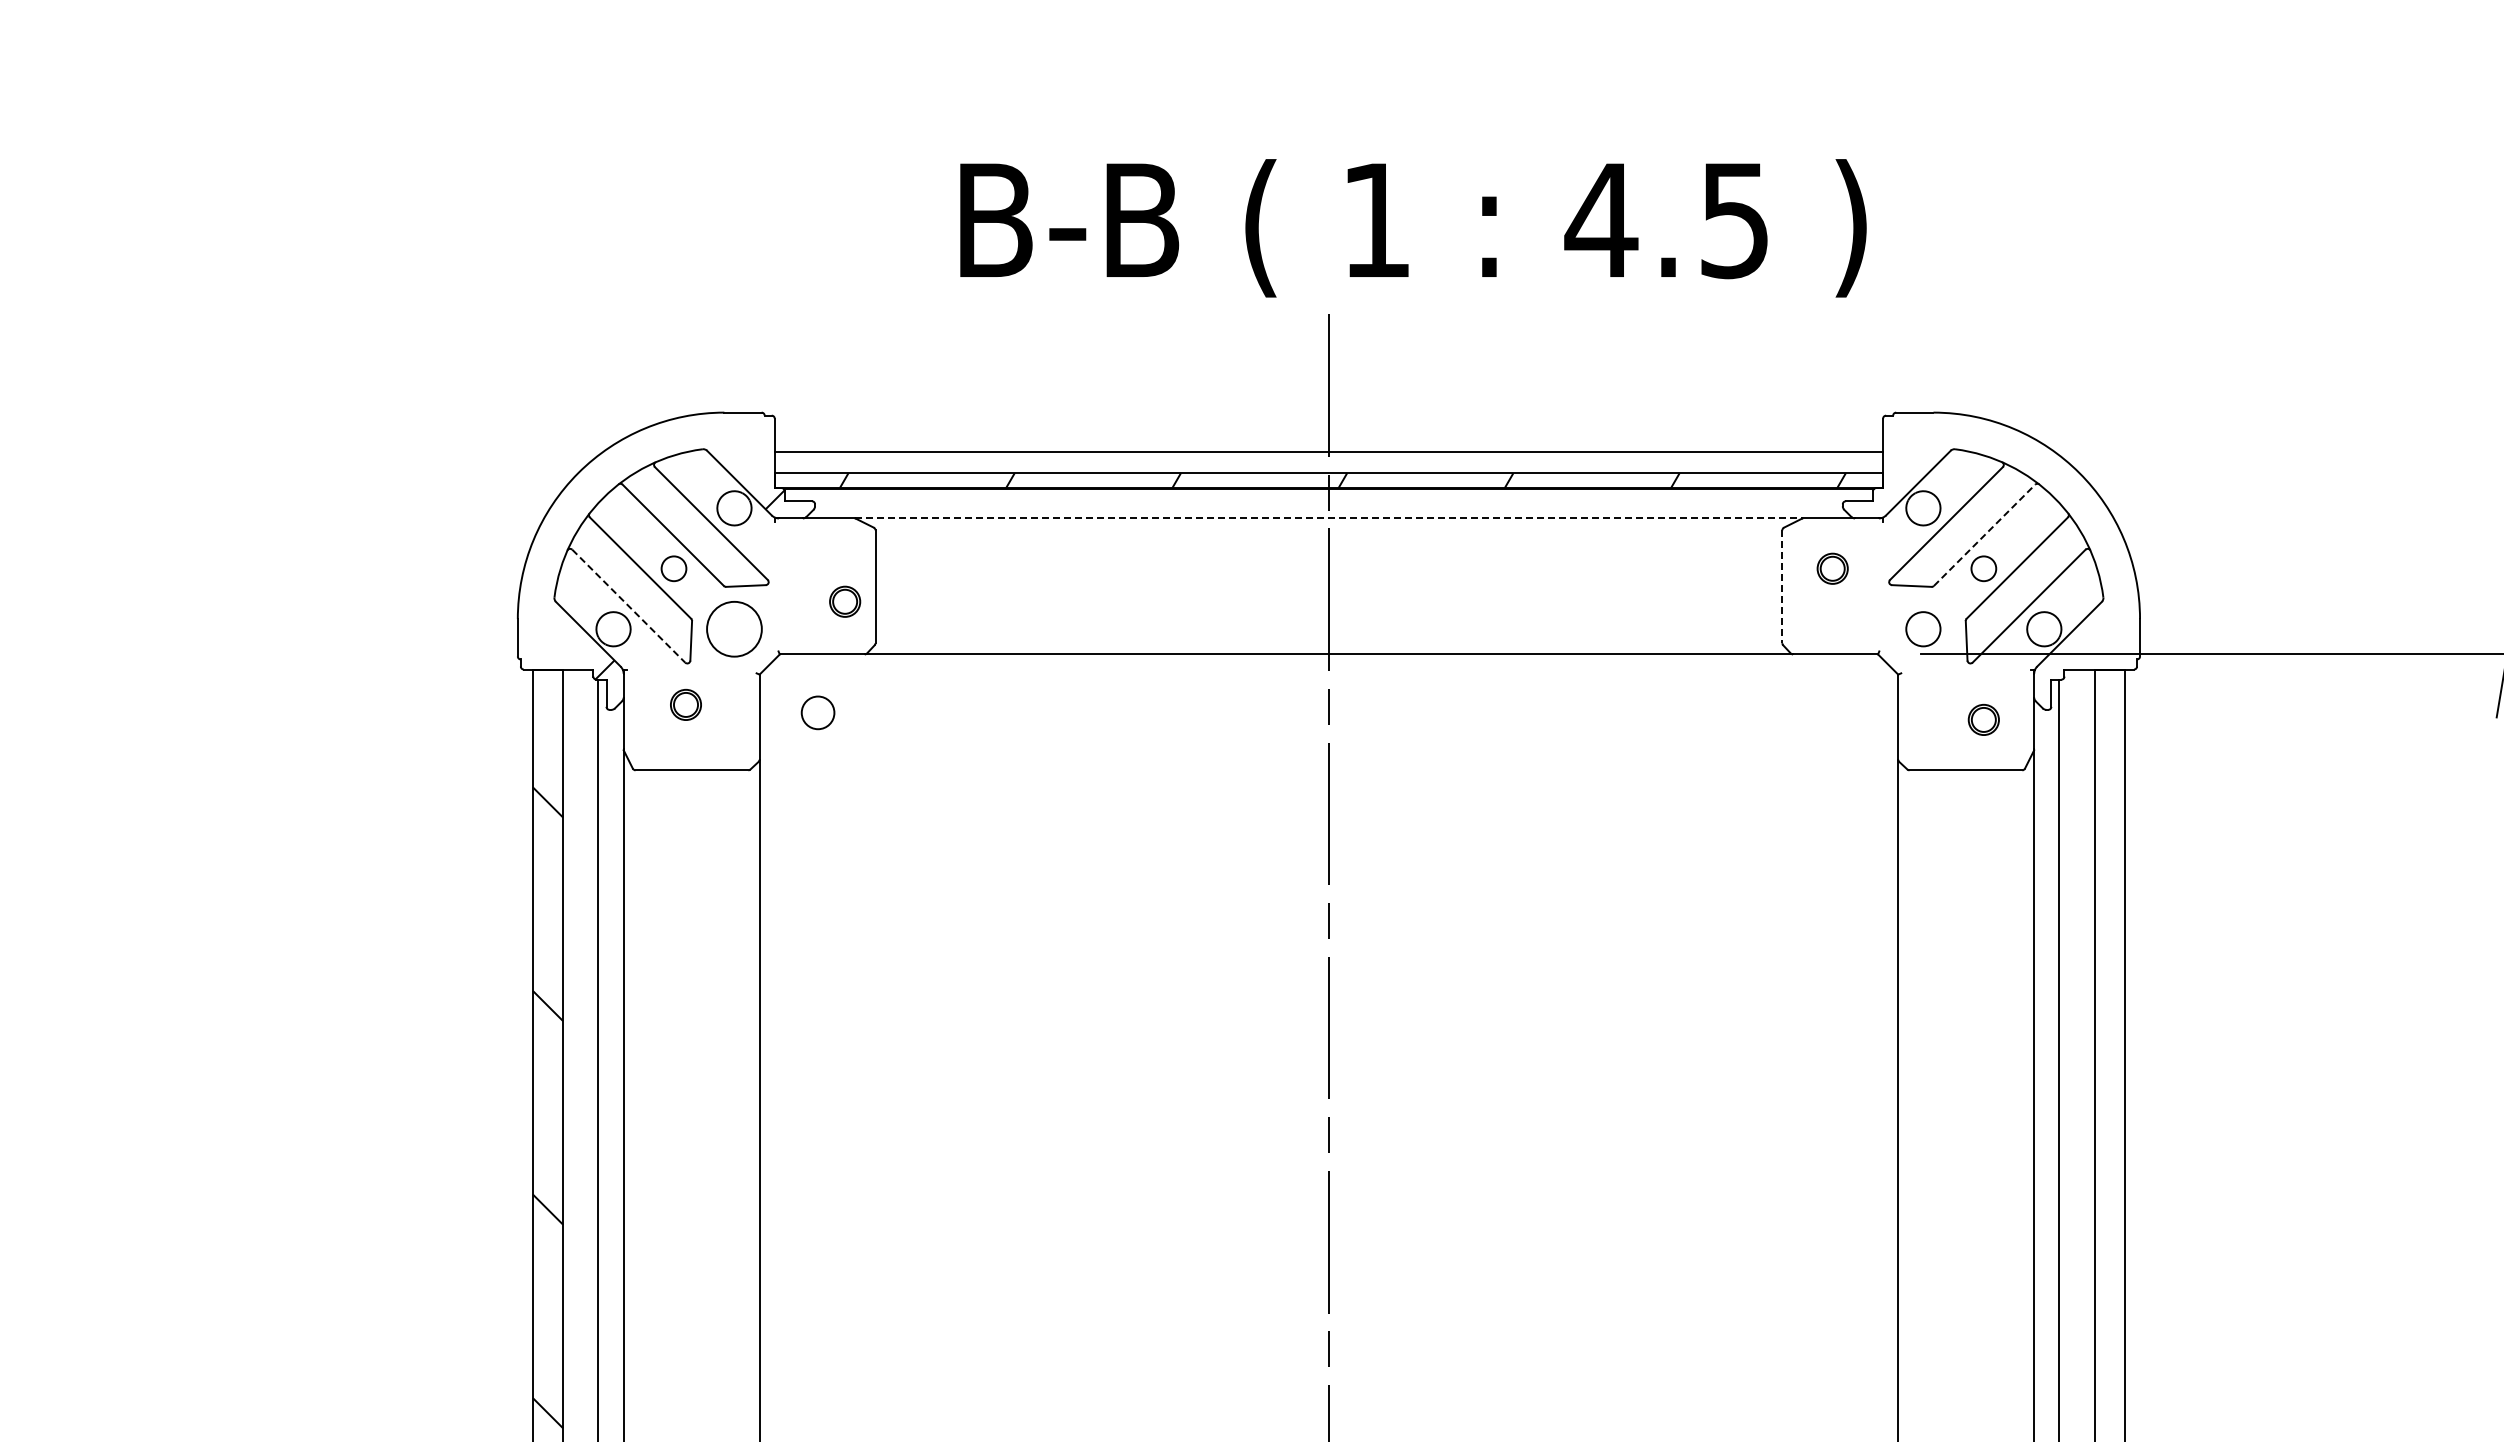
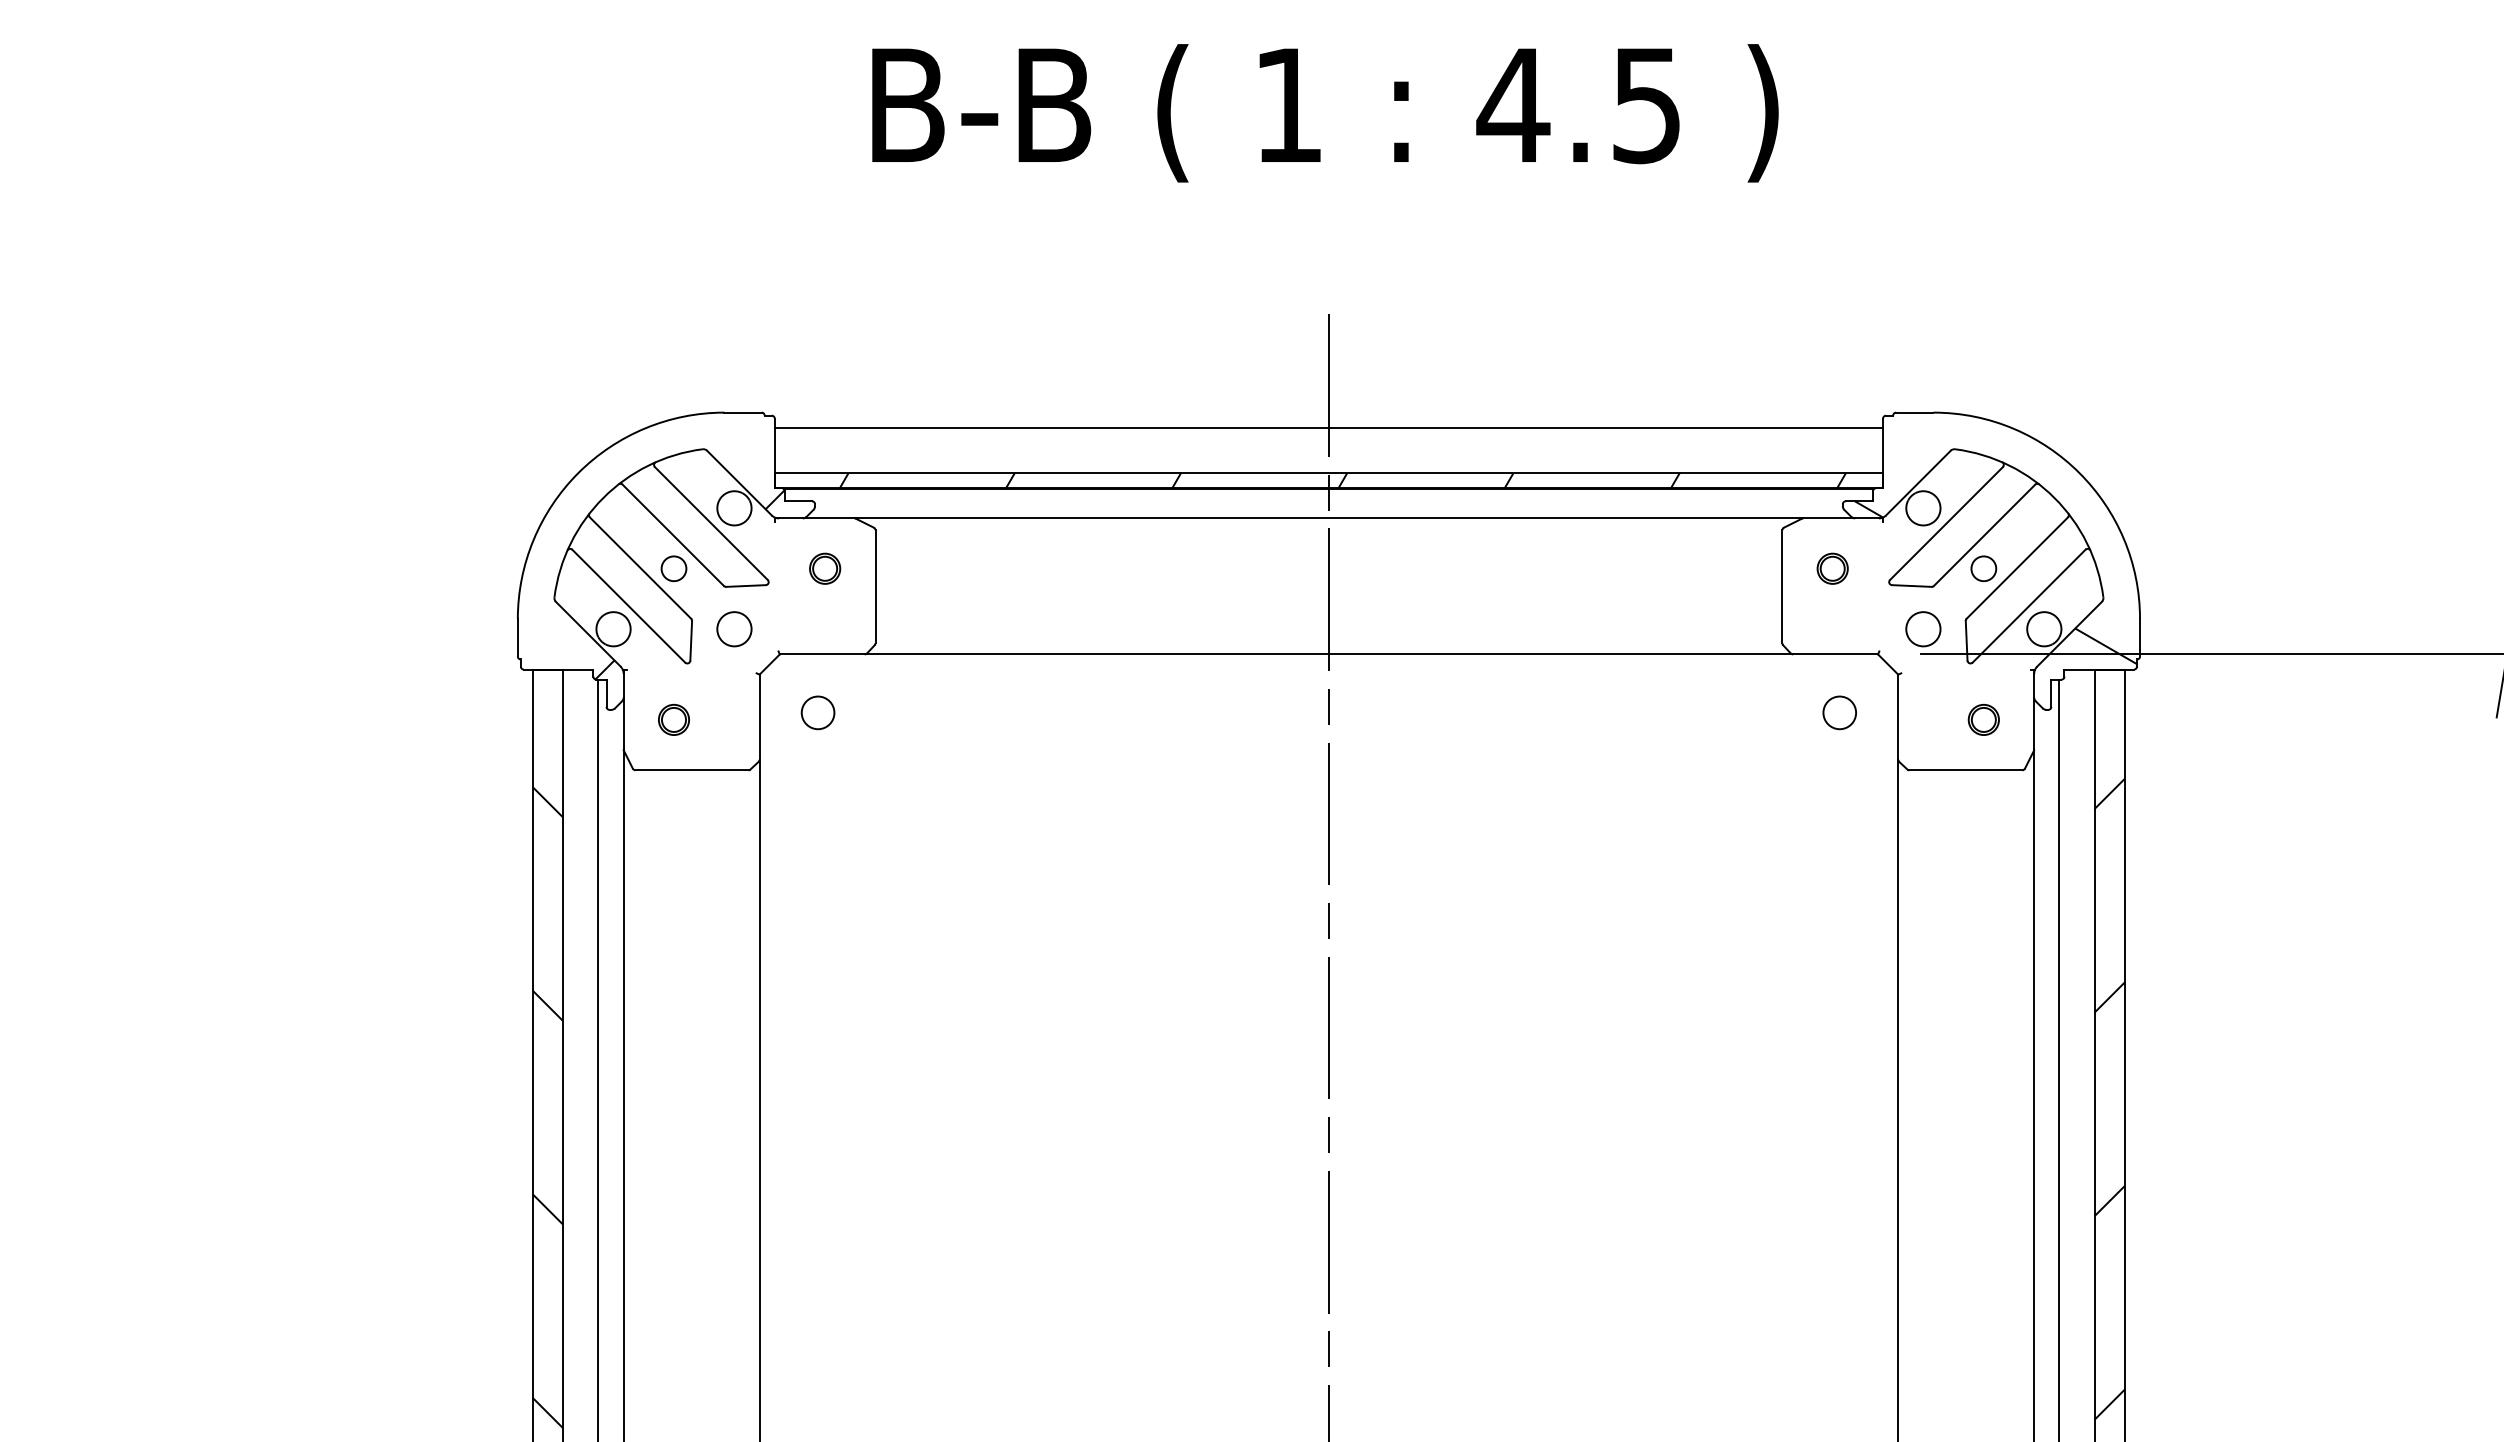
text at (1413, 228) position: (1413, 228) -> (1325, 113)
line at (1328, 451) position: (1328, 451) -> (1328, 427)
line at (1329, 518): dashed -> solid
line at (1984, 535): dashed -> solid
hatch at (1995, 582): none -> present
line at (1782, 587): dashed -> solid
part at (845, 601) position: (845, 601) -> (825, 568)
line at (628, 606): dashed -> solid
circle at (734, 628) diameter: 55 px -> 34 px
part at (685, 704) position: (685, 704) -> (673, 719)
circle at (1839, 712): none -> present
hatch at (2109, 1098): none -> present
